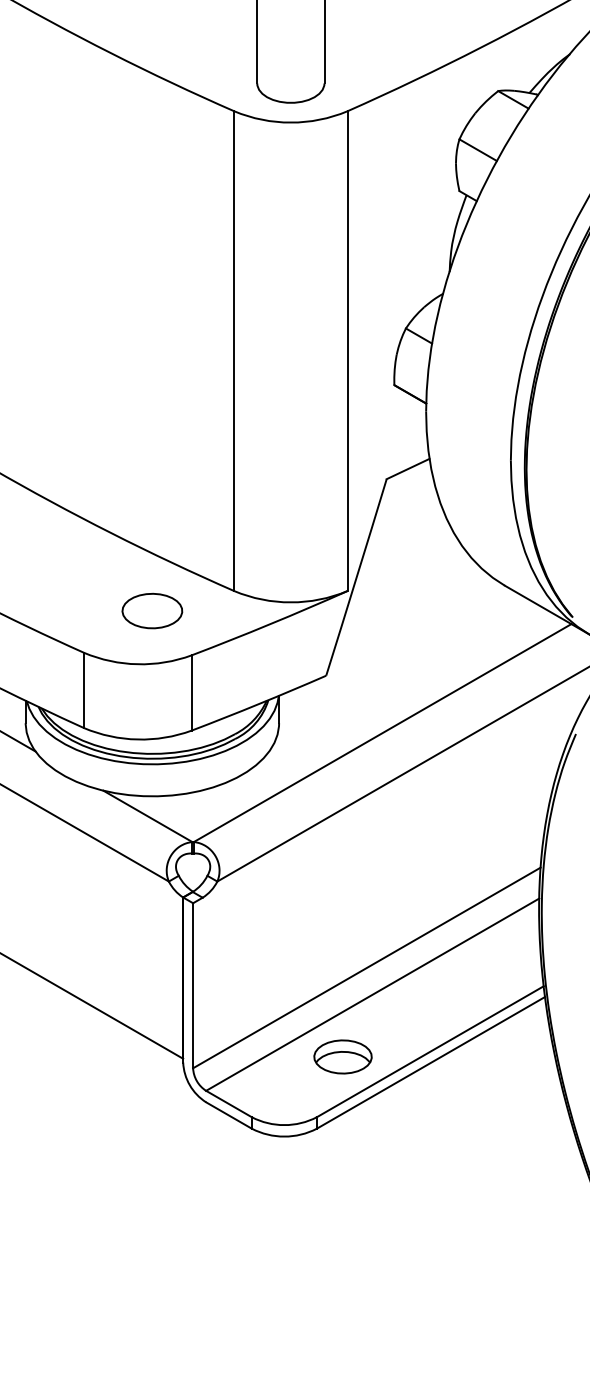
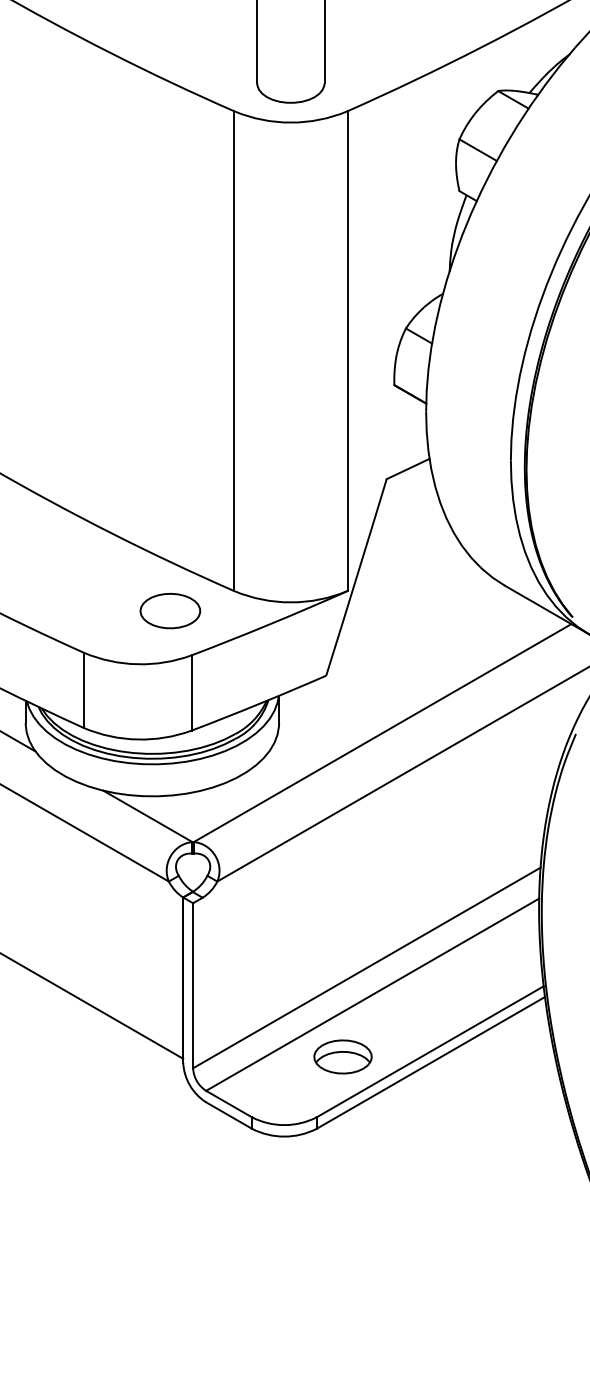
part at (152, 610) position: (152, 610) -> (170, 610)
